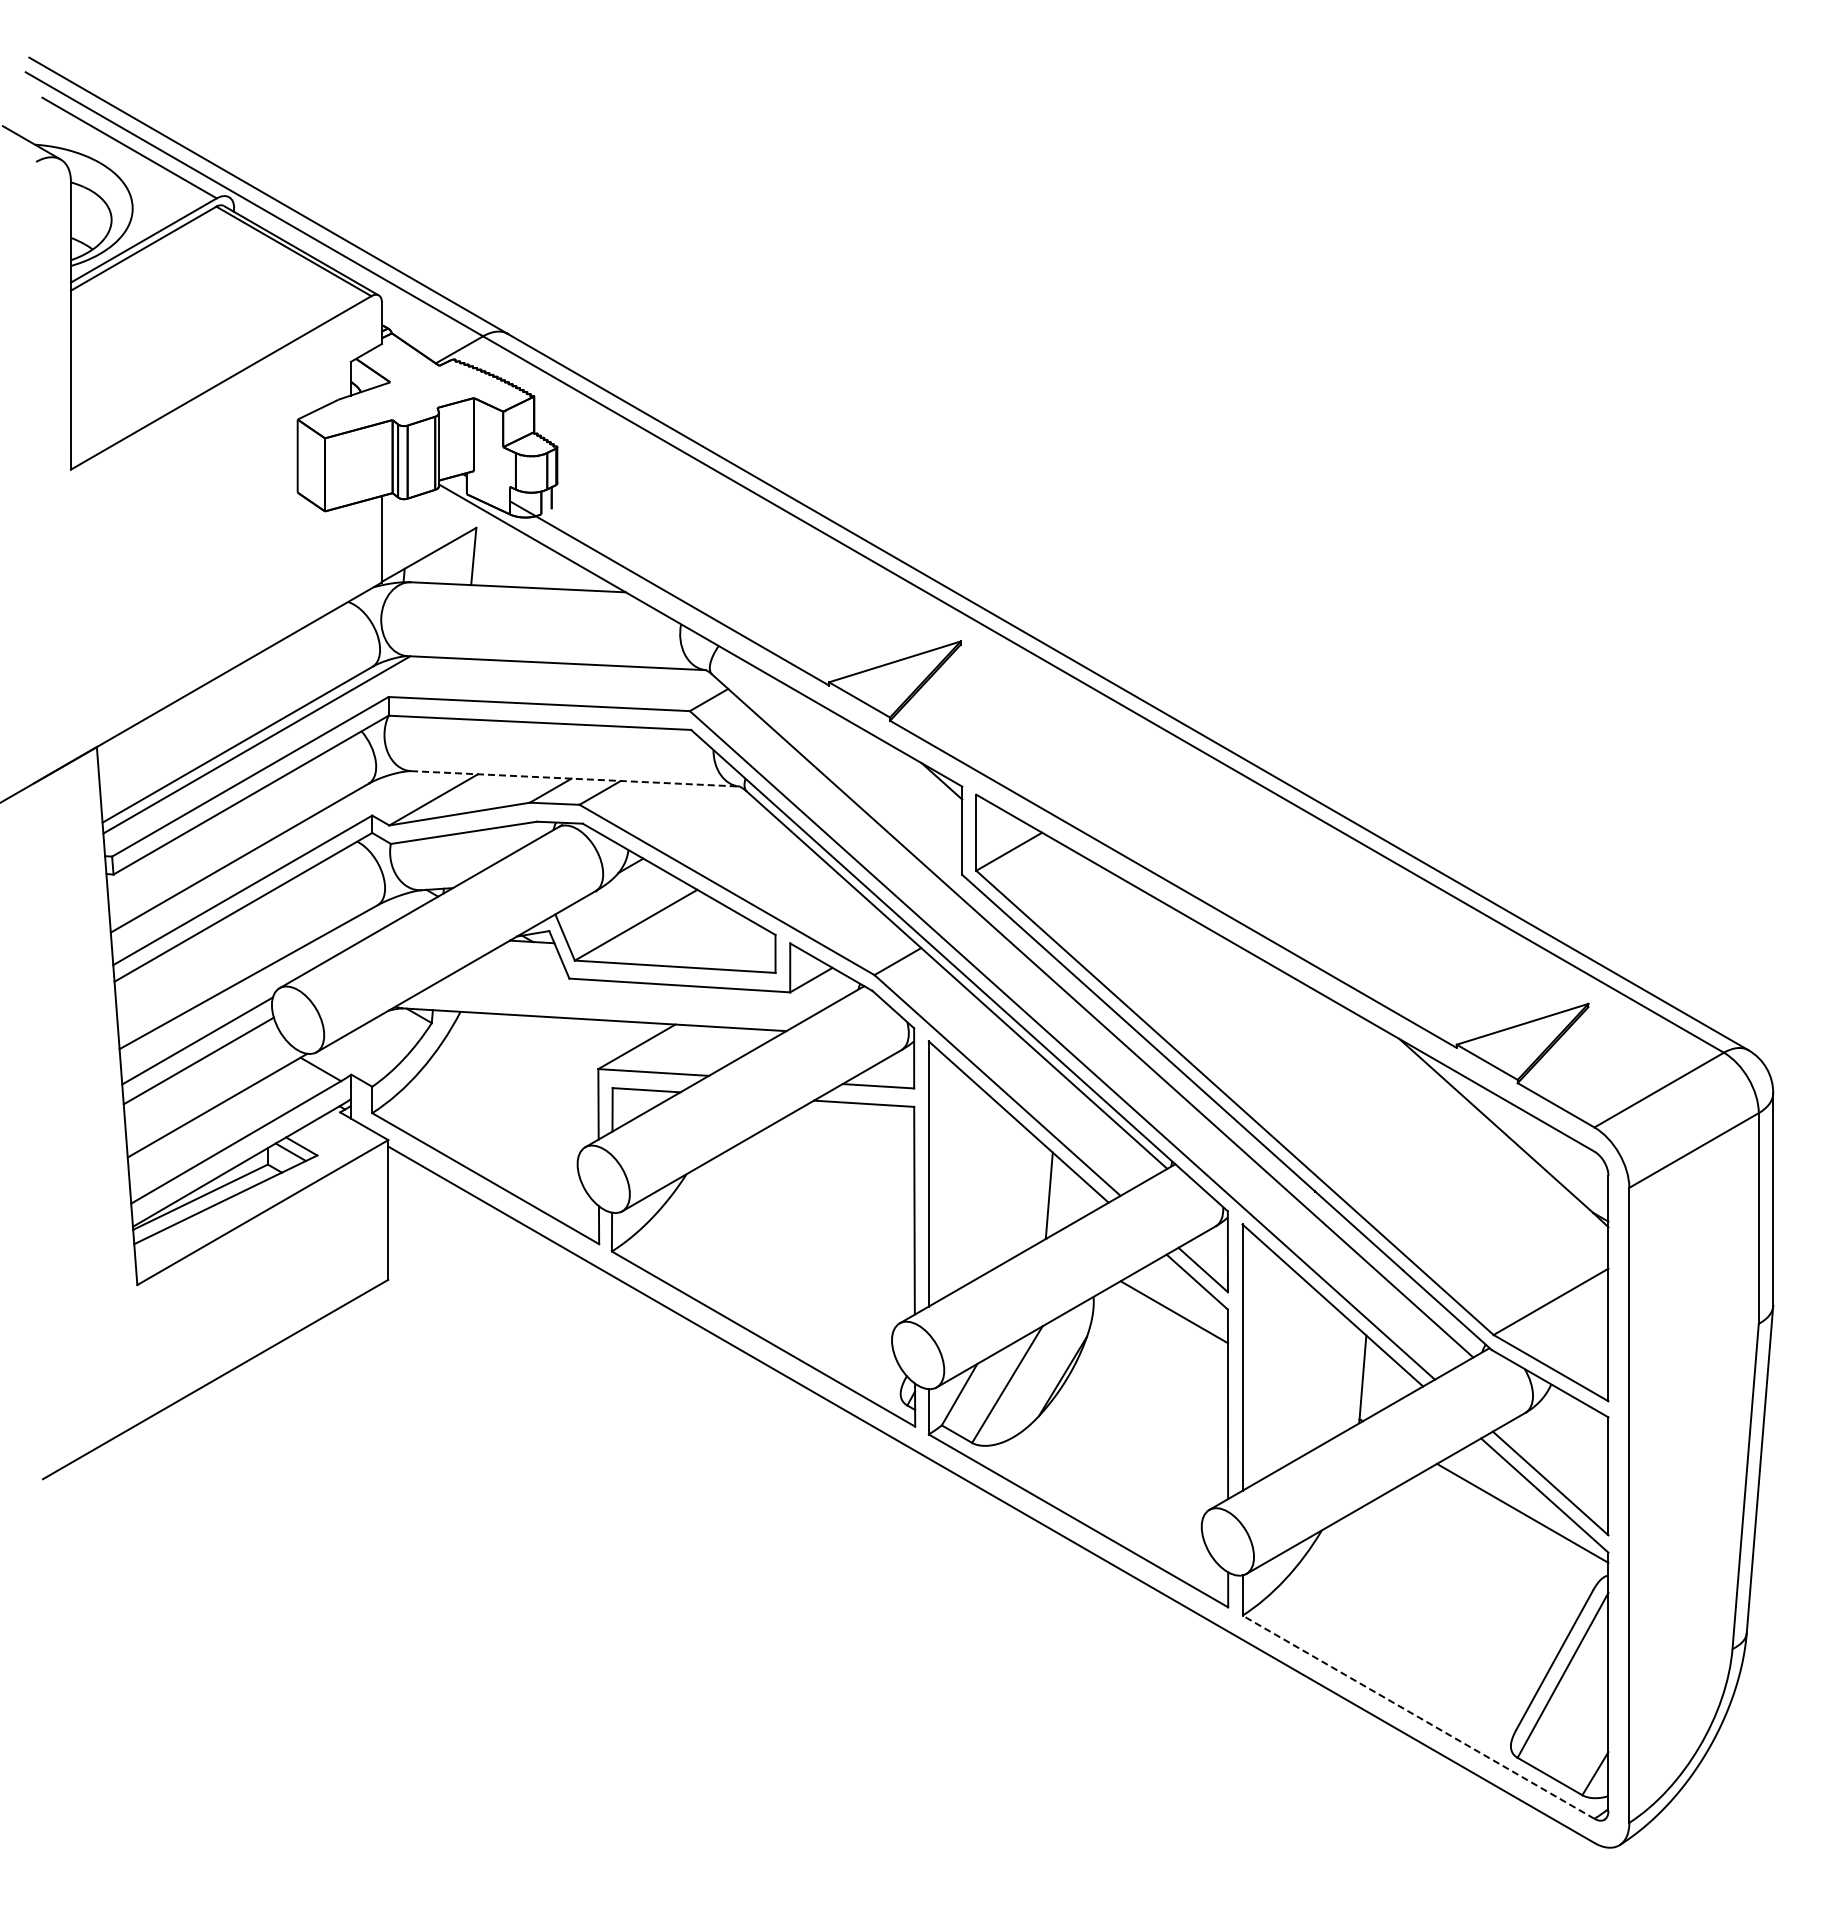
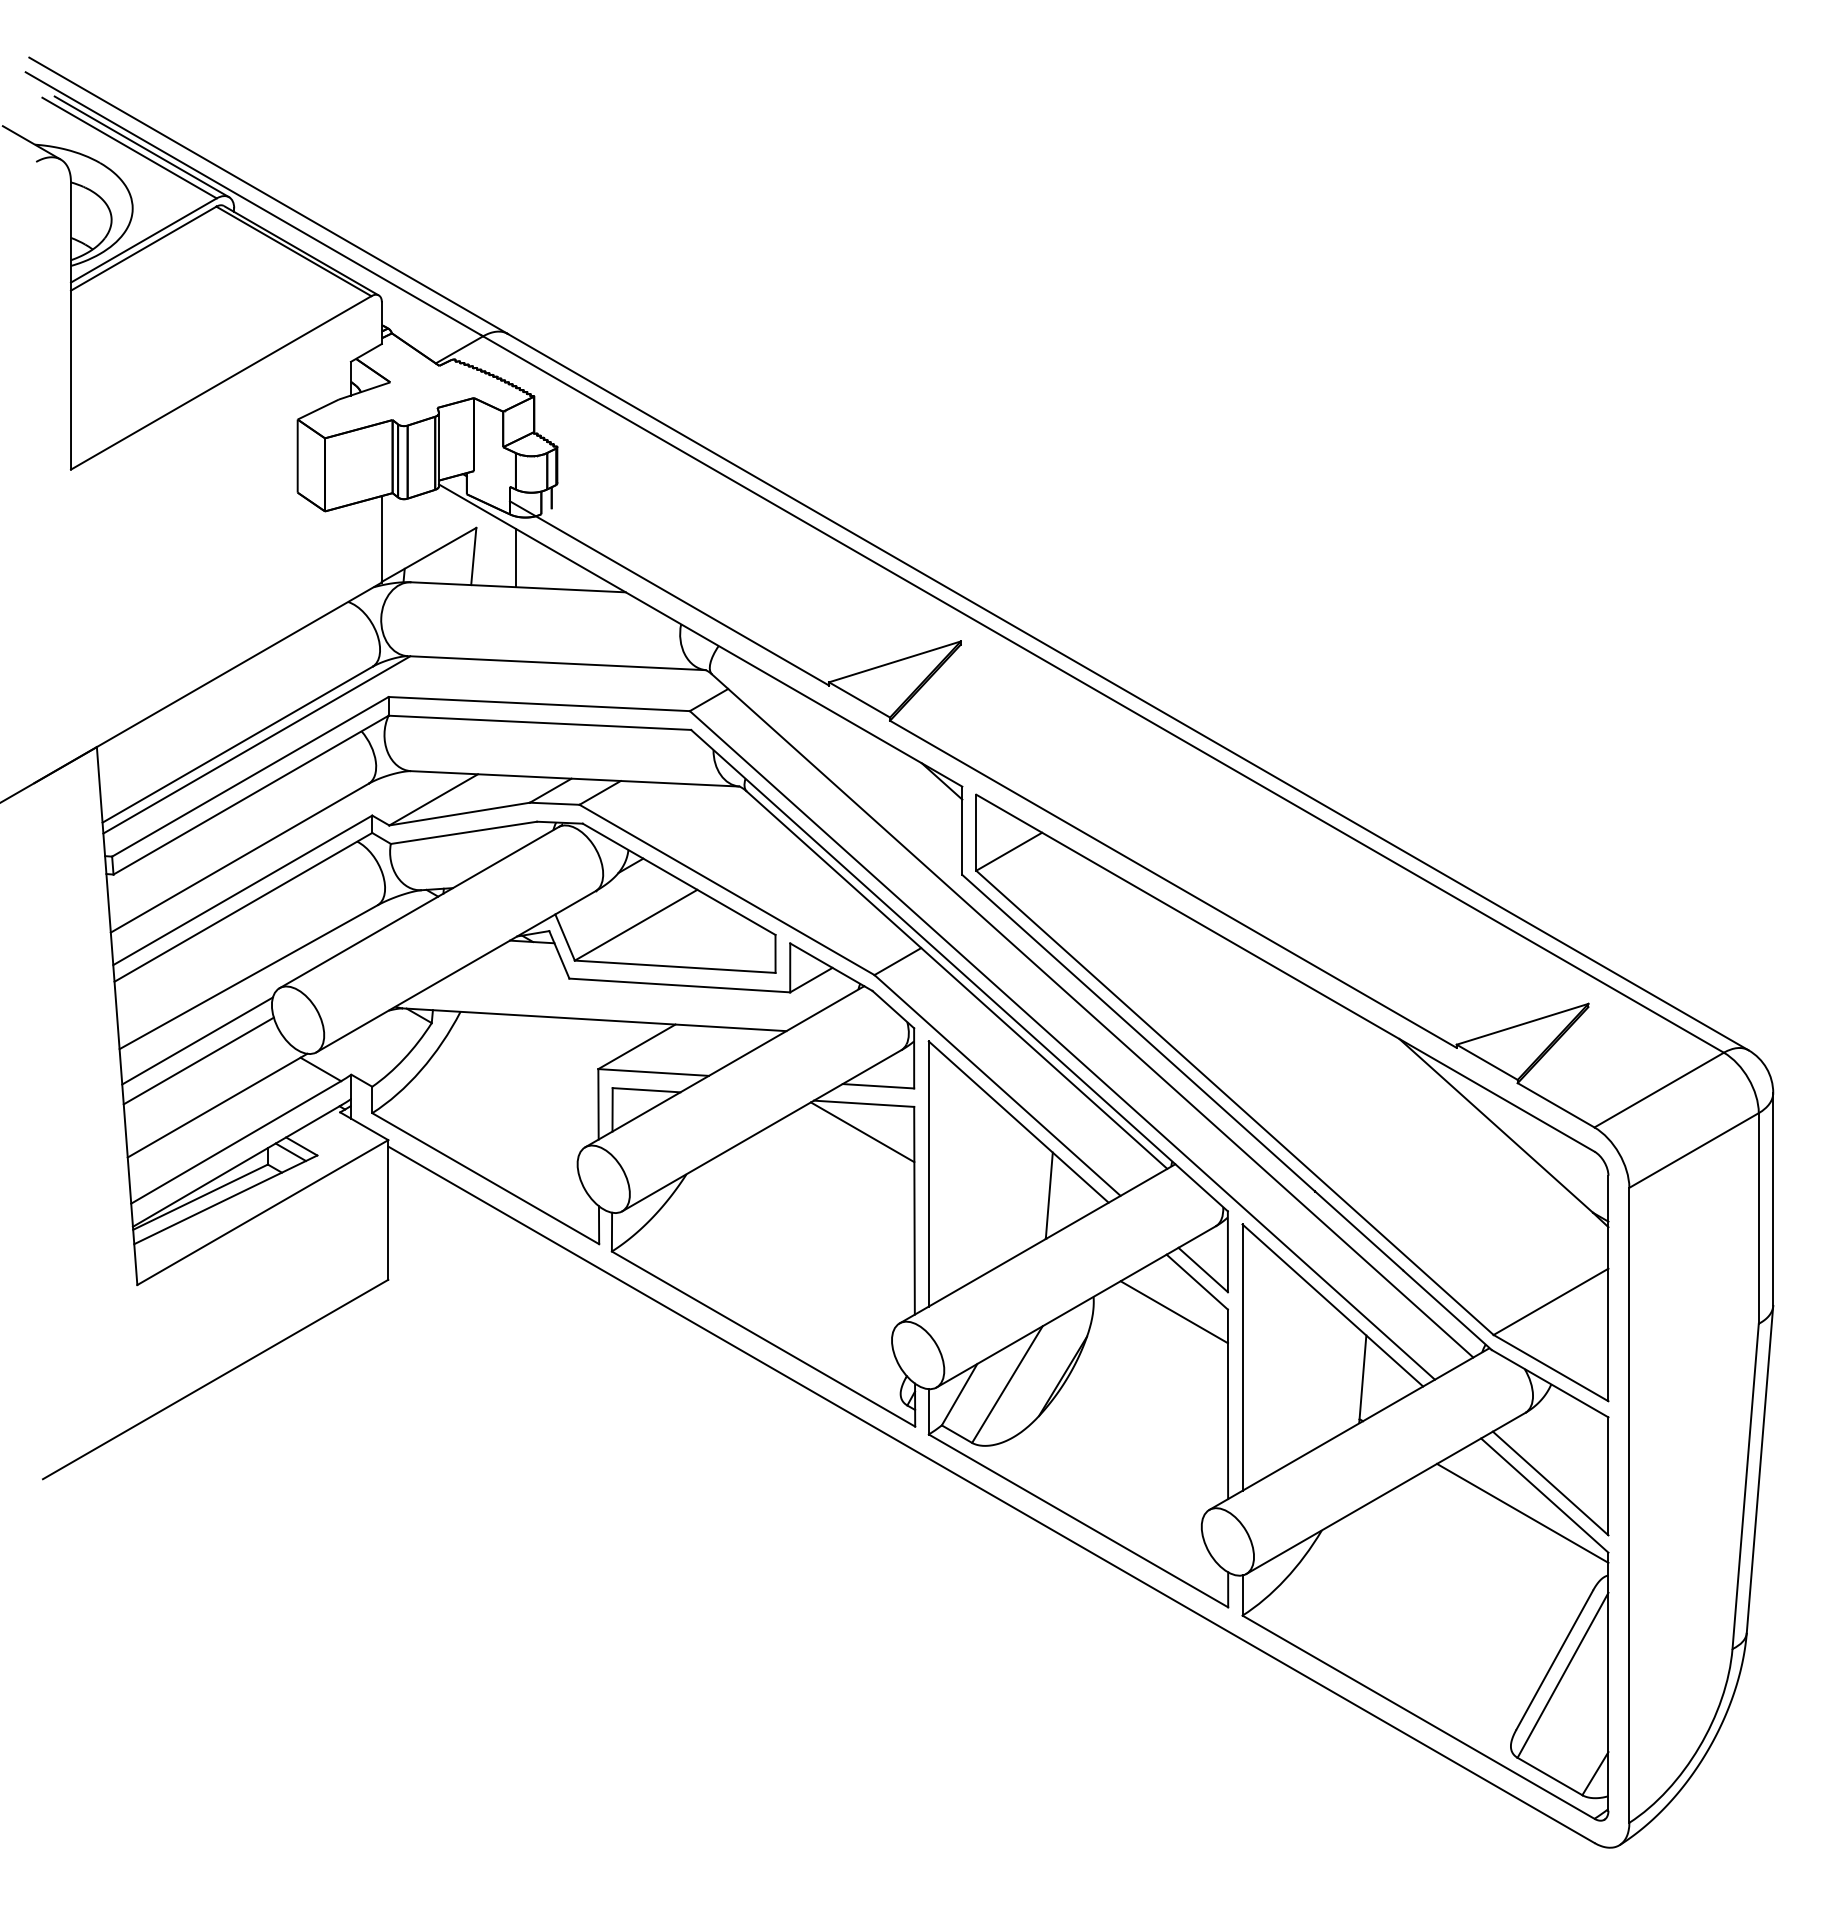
line at (141, 146): none -> present
line at (515, 557): none -> present
line at (575, 778): dashed -> solid
line at (862, 1132): none -> present
line at (1418, 1716): dashed -> solid
